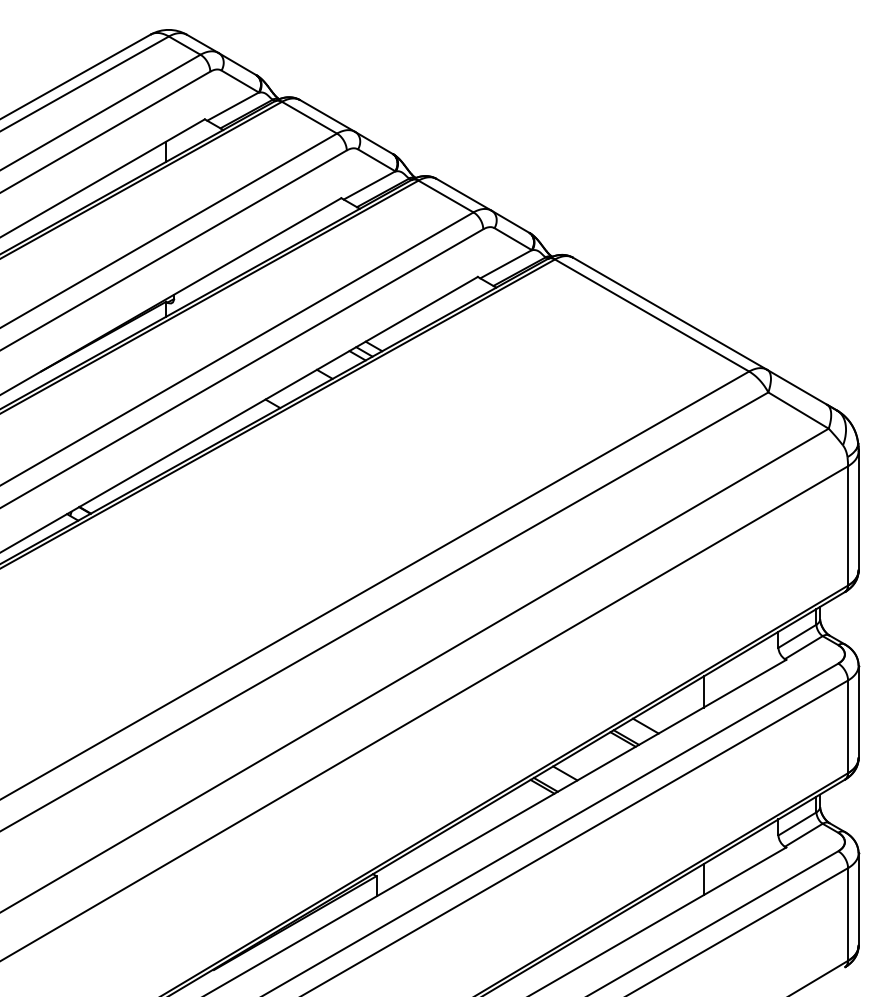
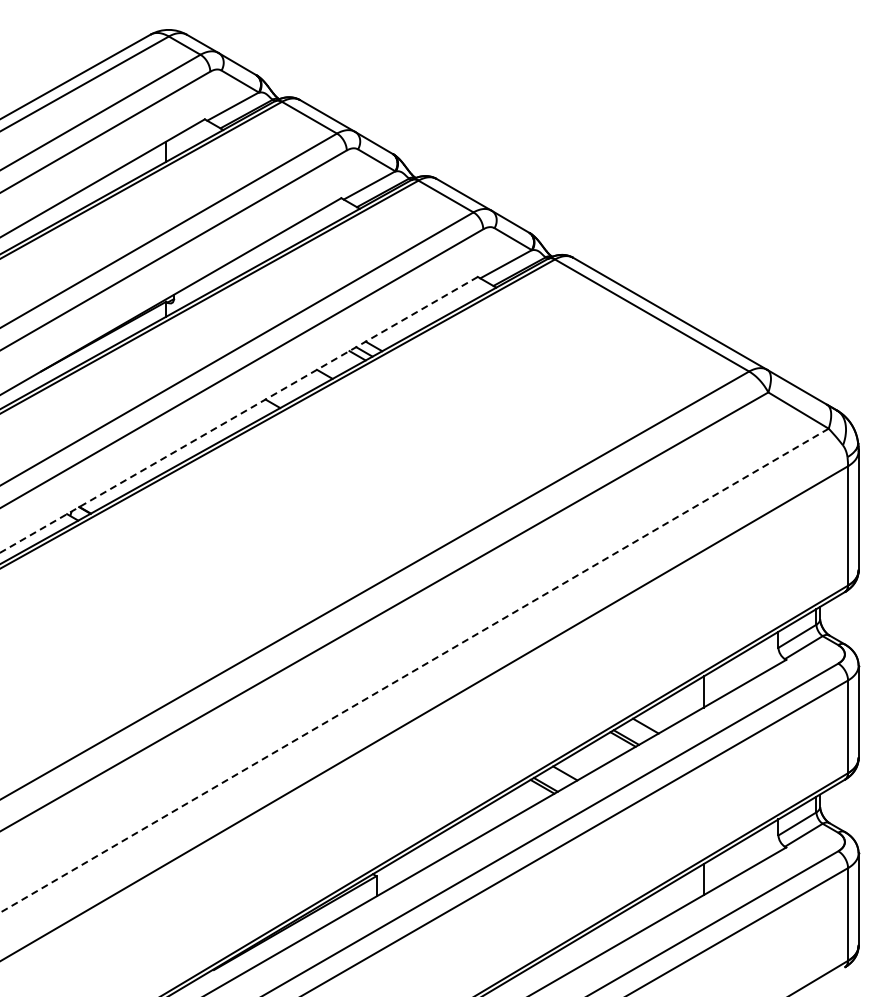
line at (238, 414): solid -> dashed
line at (414, 670): solid -> dashed
